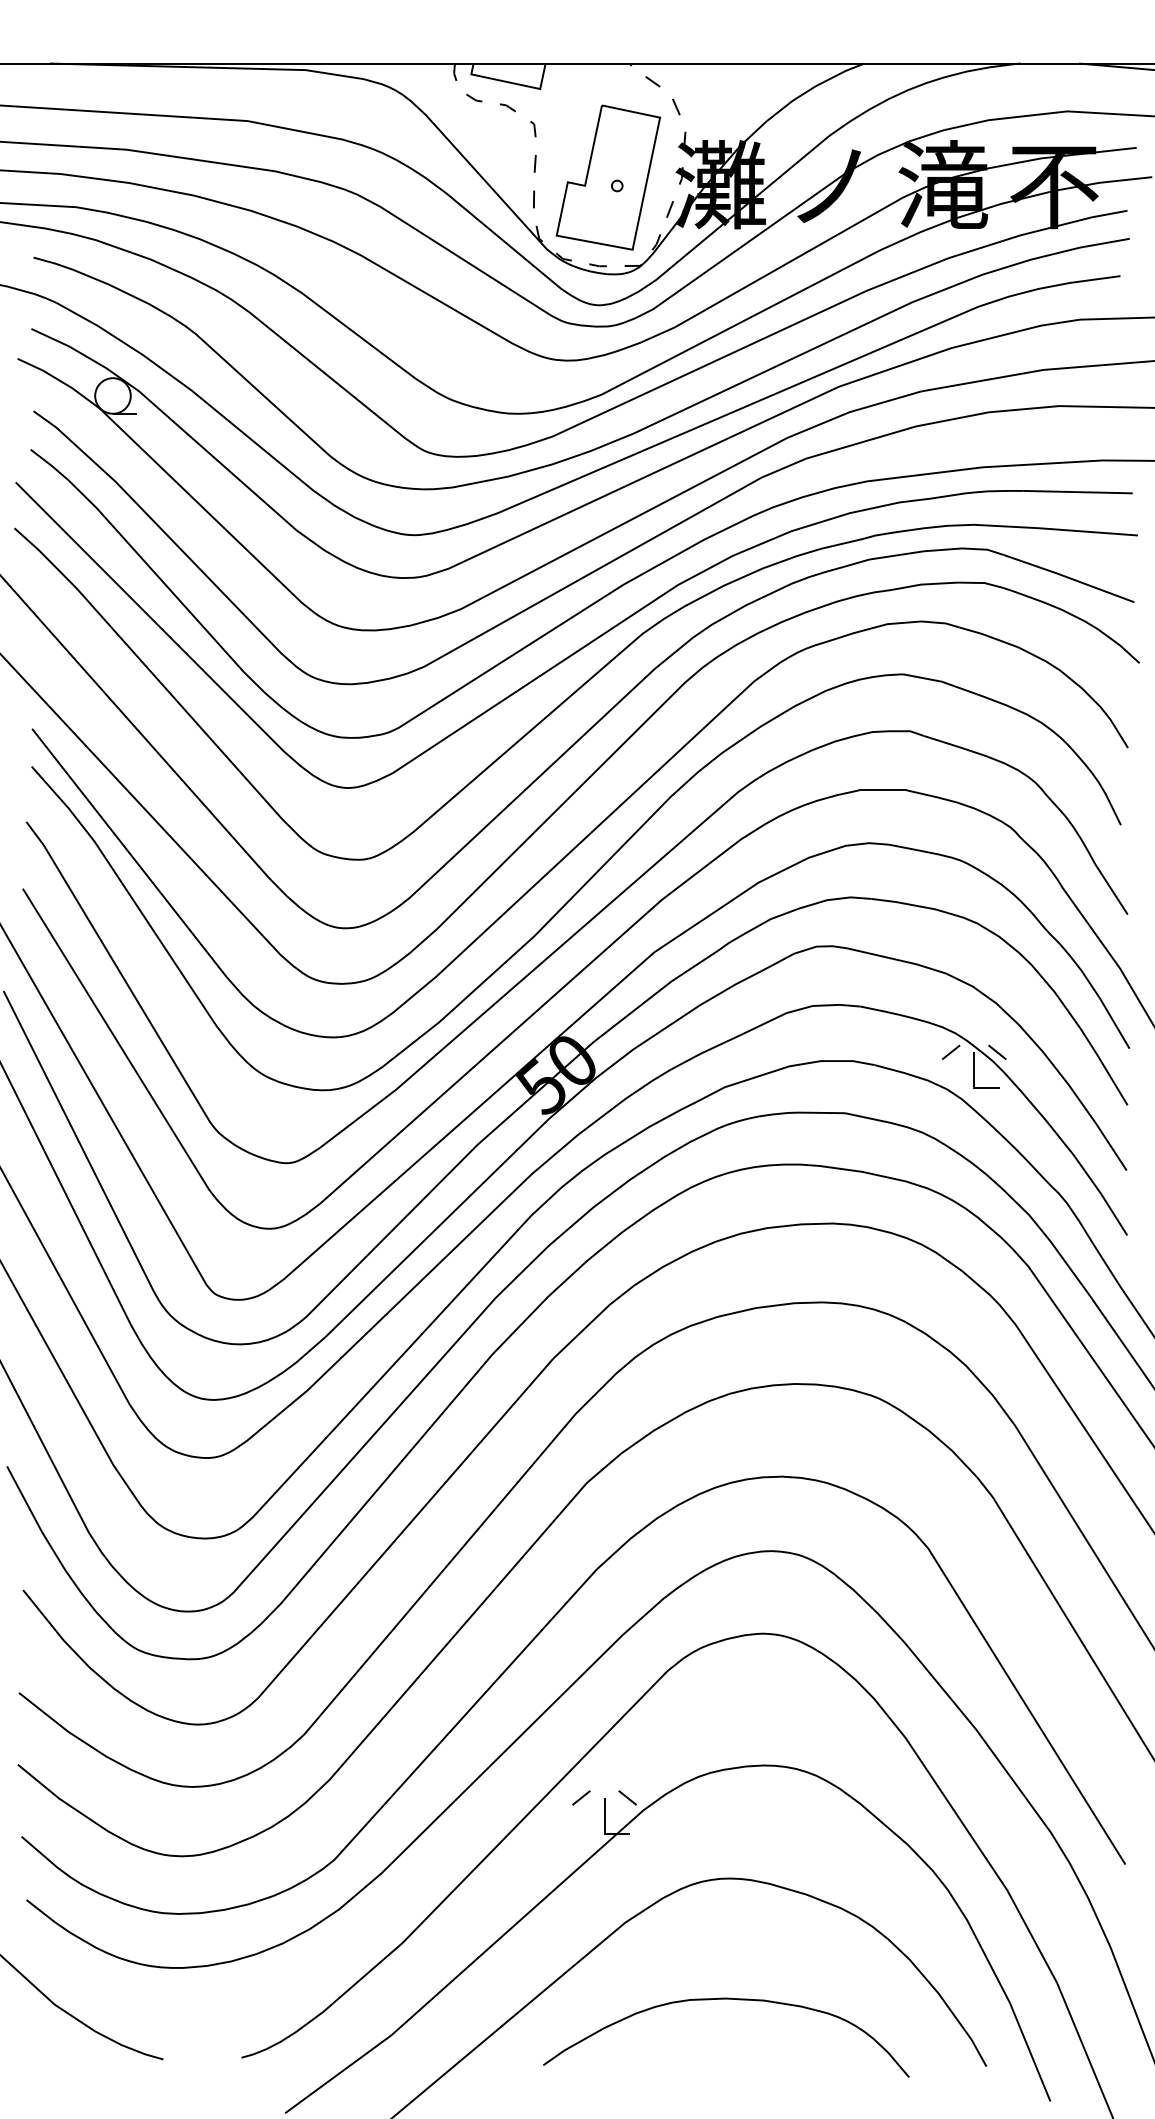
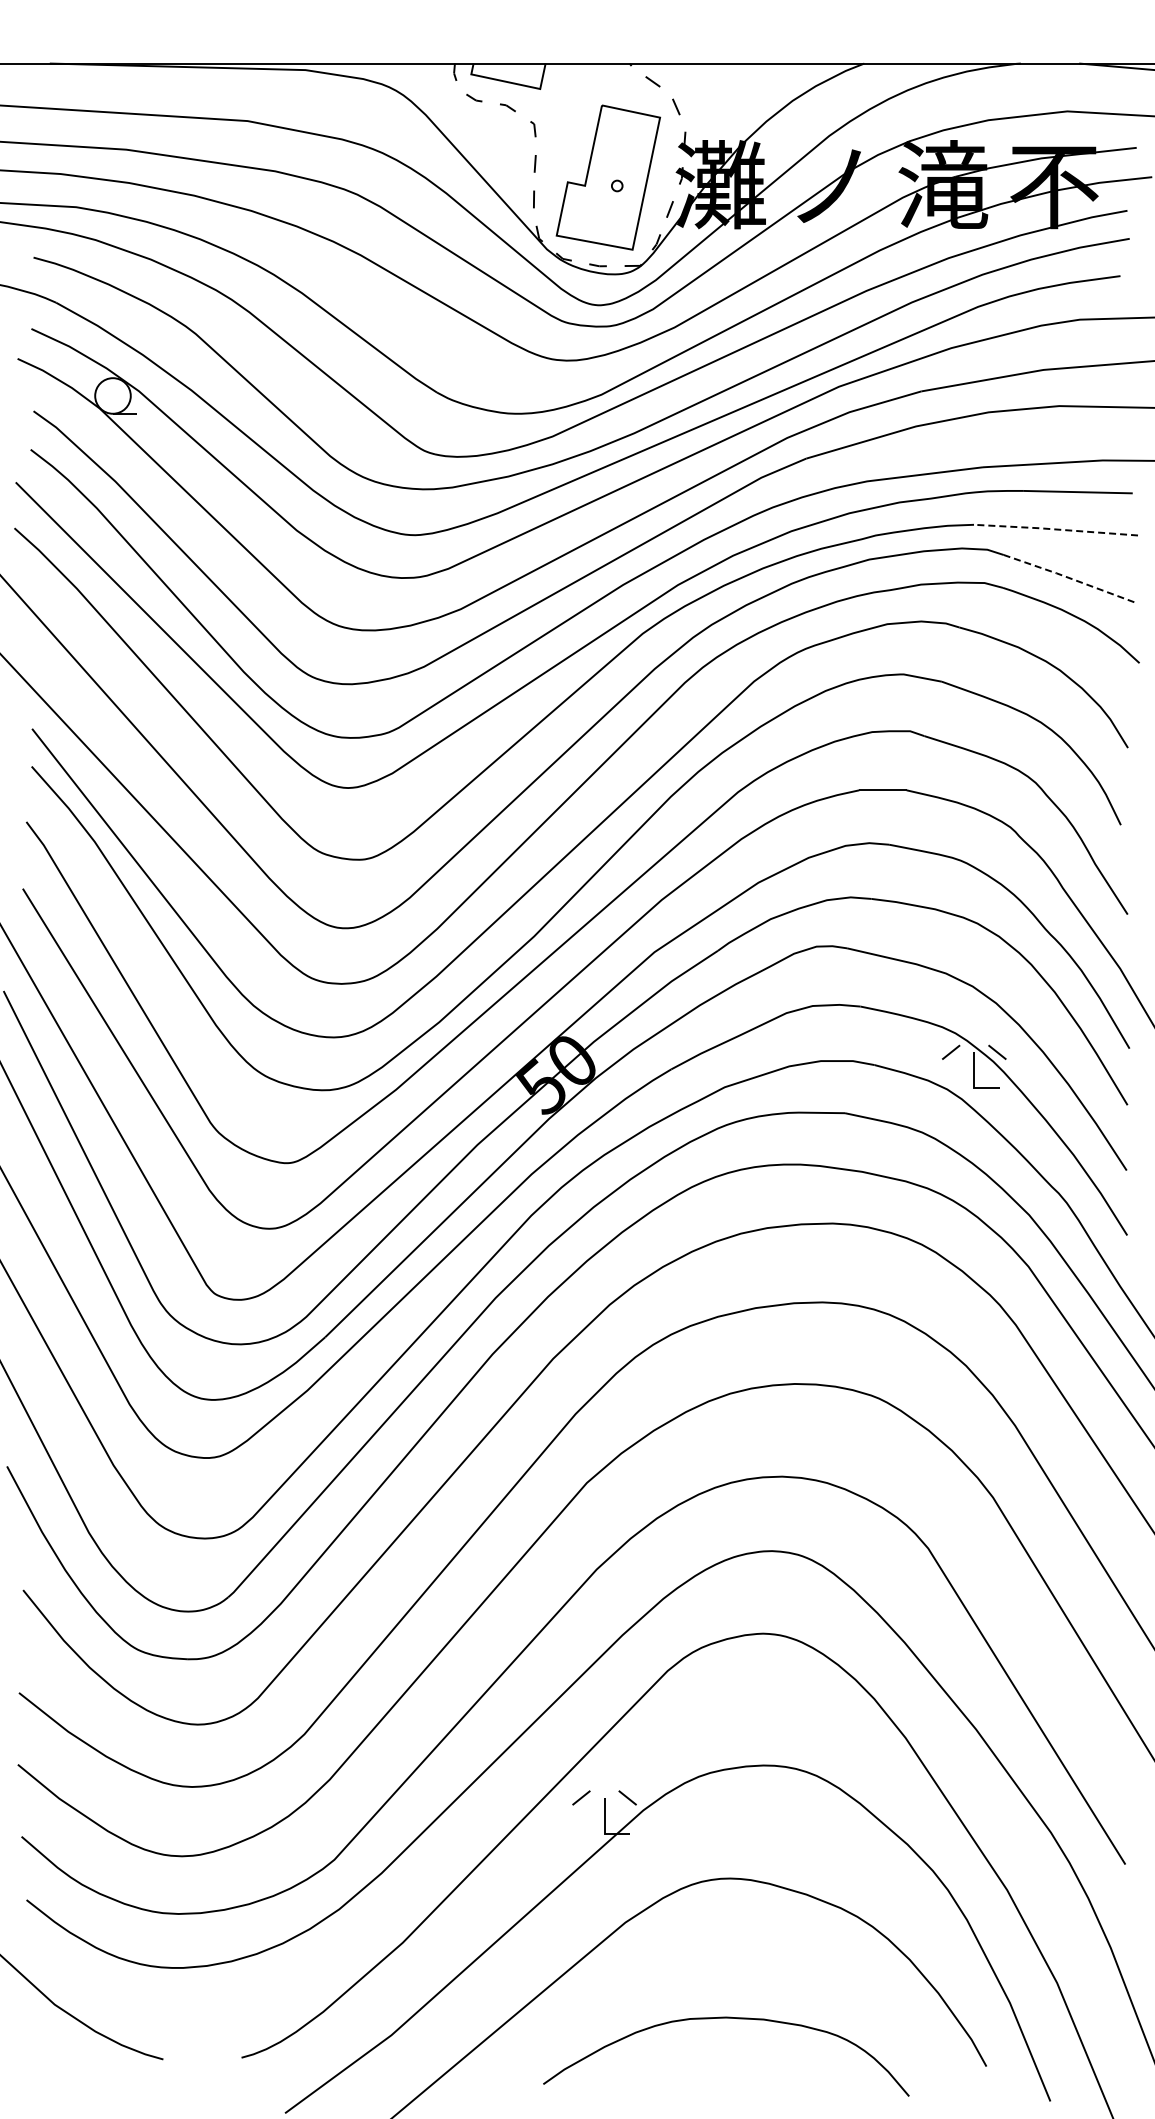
line at (1055, 529): solid -> dashed
line at (1067, 577): solid -> dashed
curve at (726, 1999) position: (726, 1999) -> (726, 2018)
